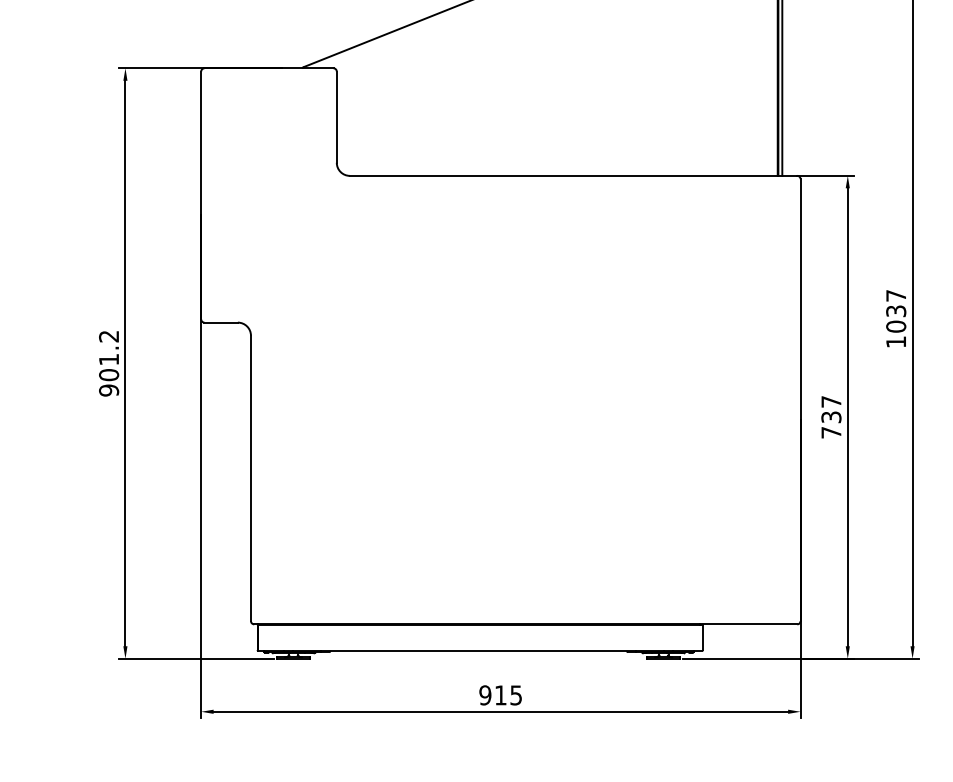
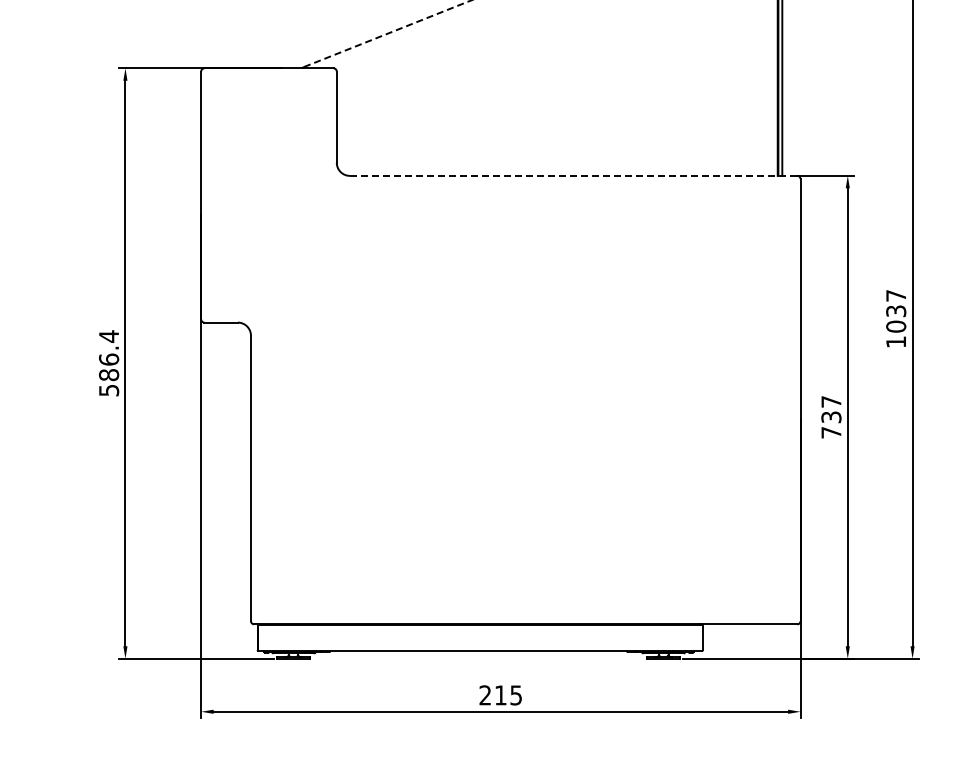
line at (388, 33): solid -> dashed
line at (573, 175): solid -> dashed
text at (109, 363): 901.2 -> 586.4
text at (485, 695): 915 -> 215
